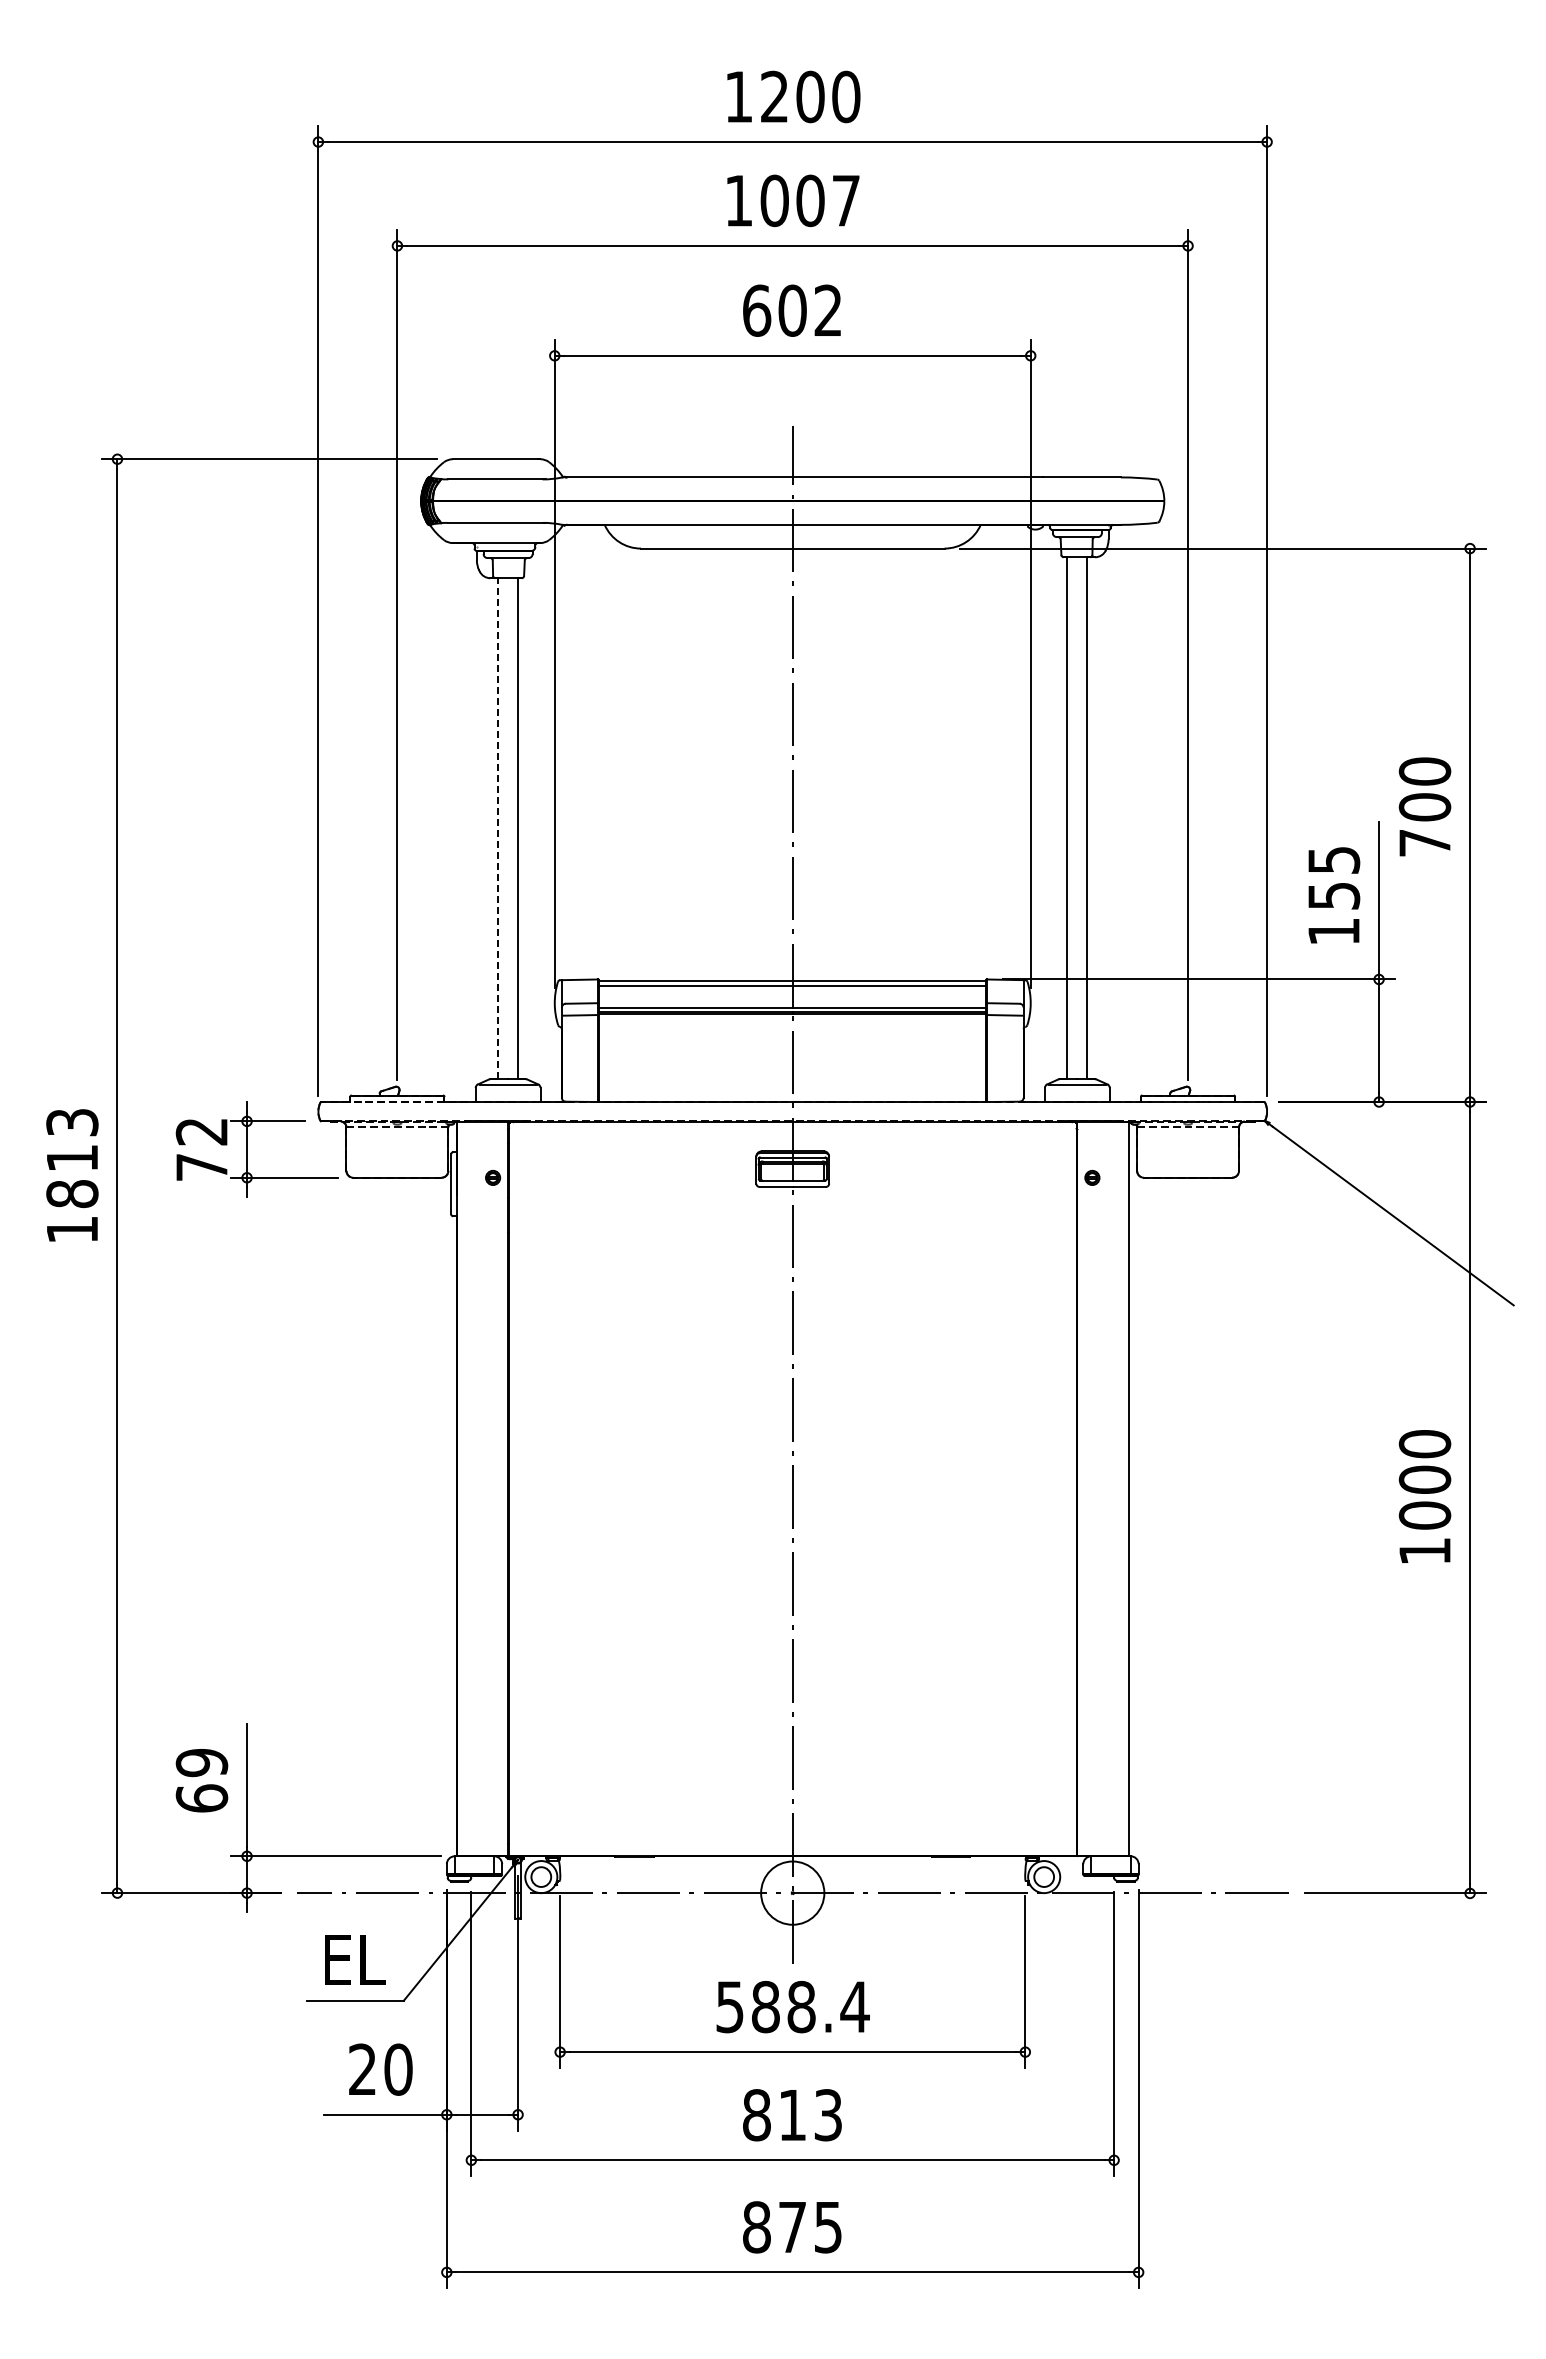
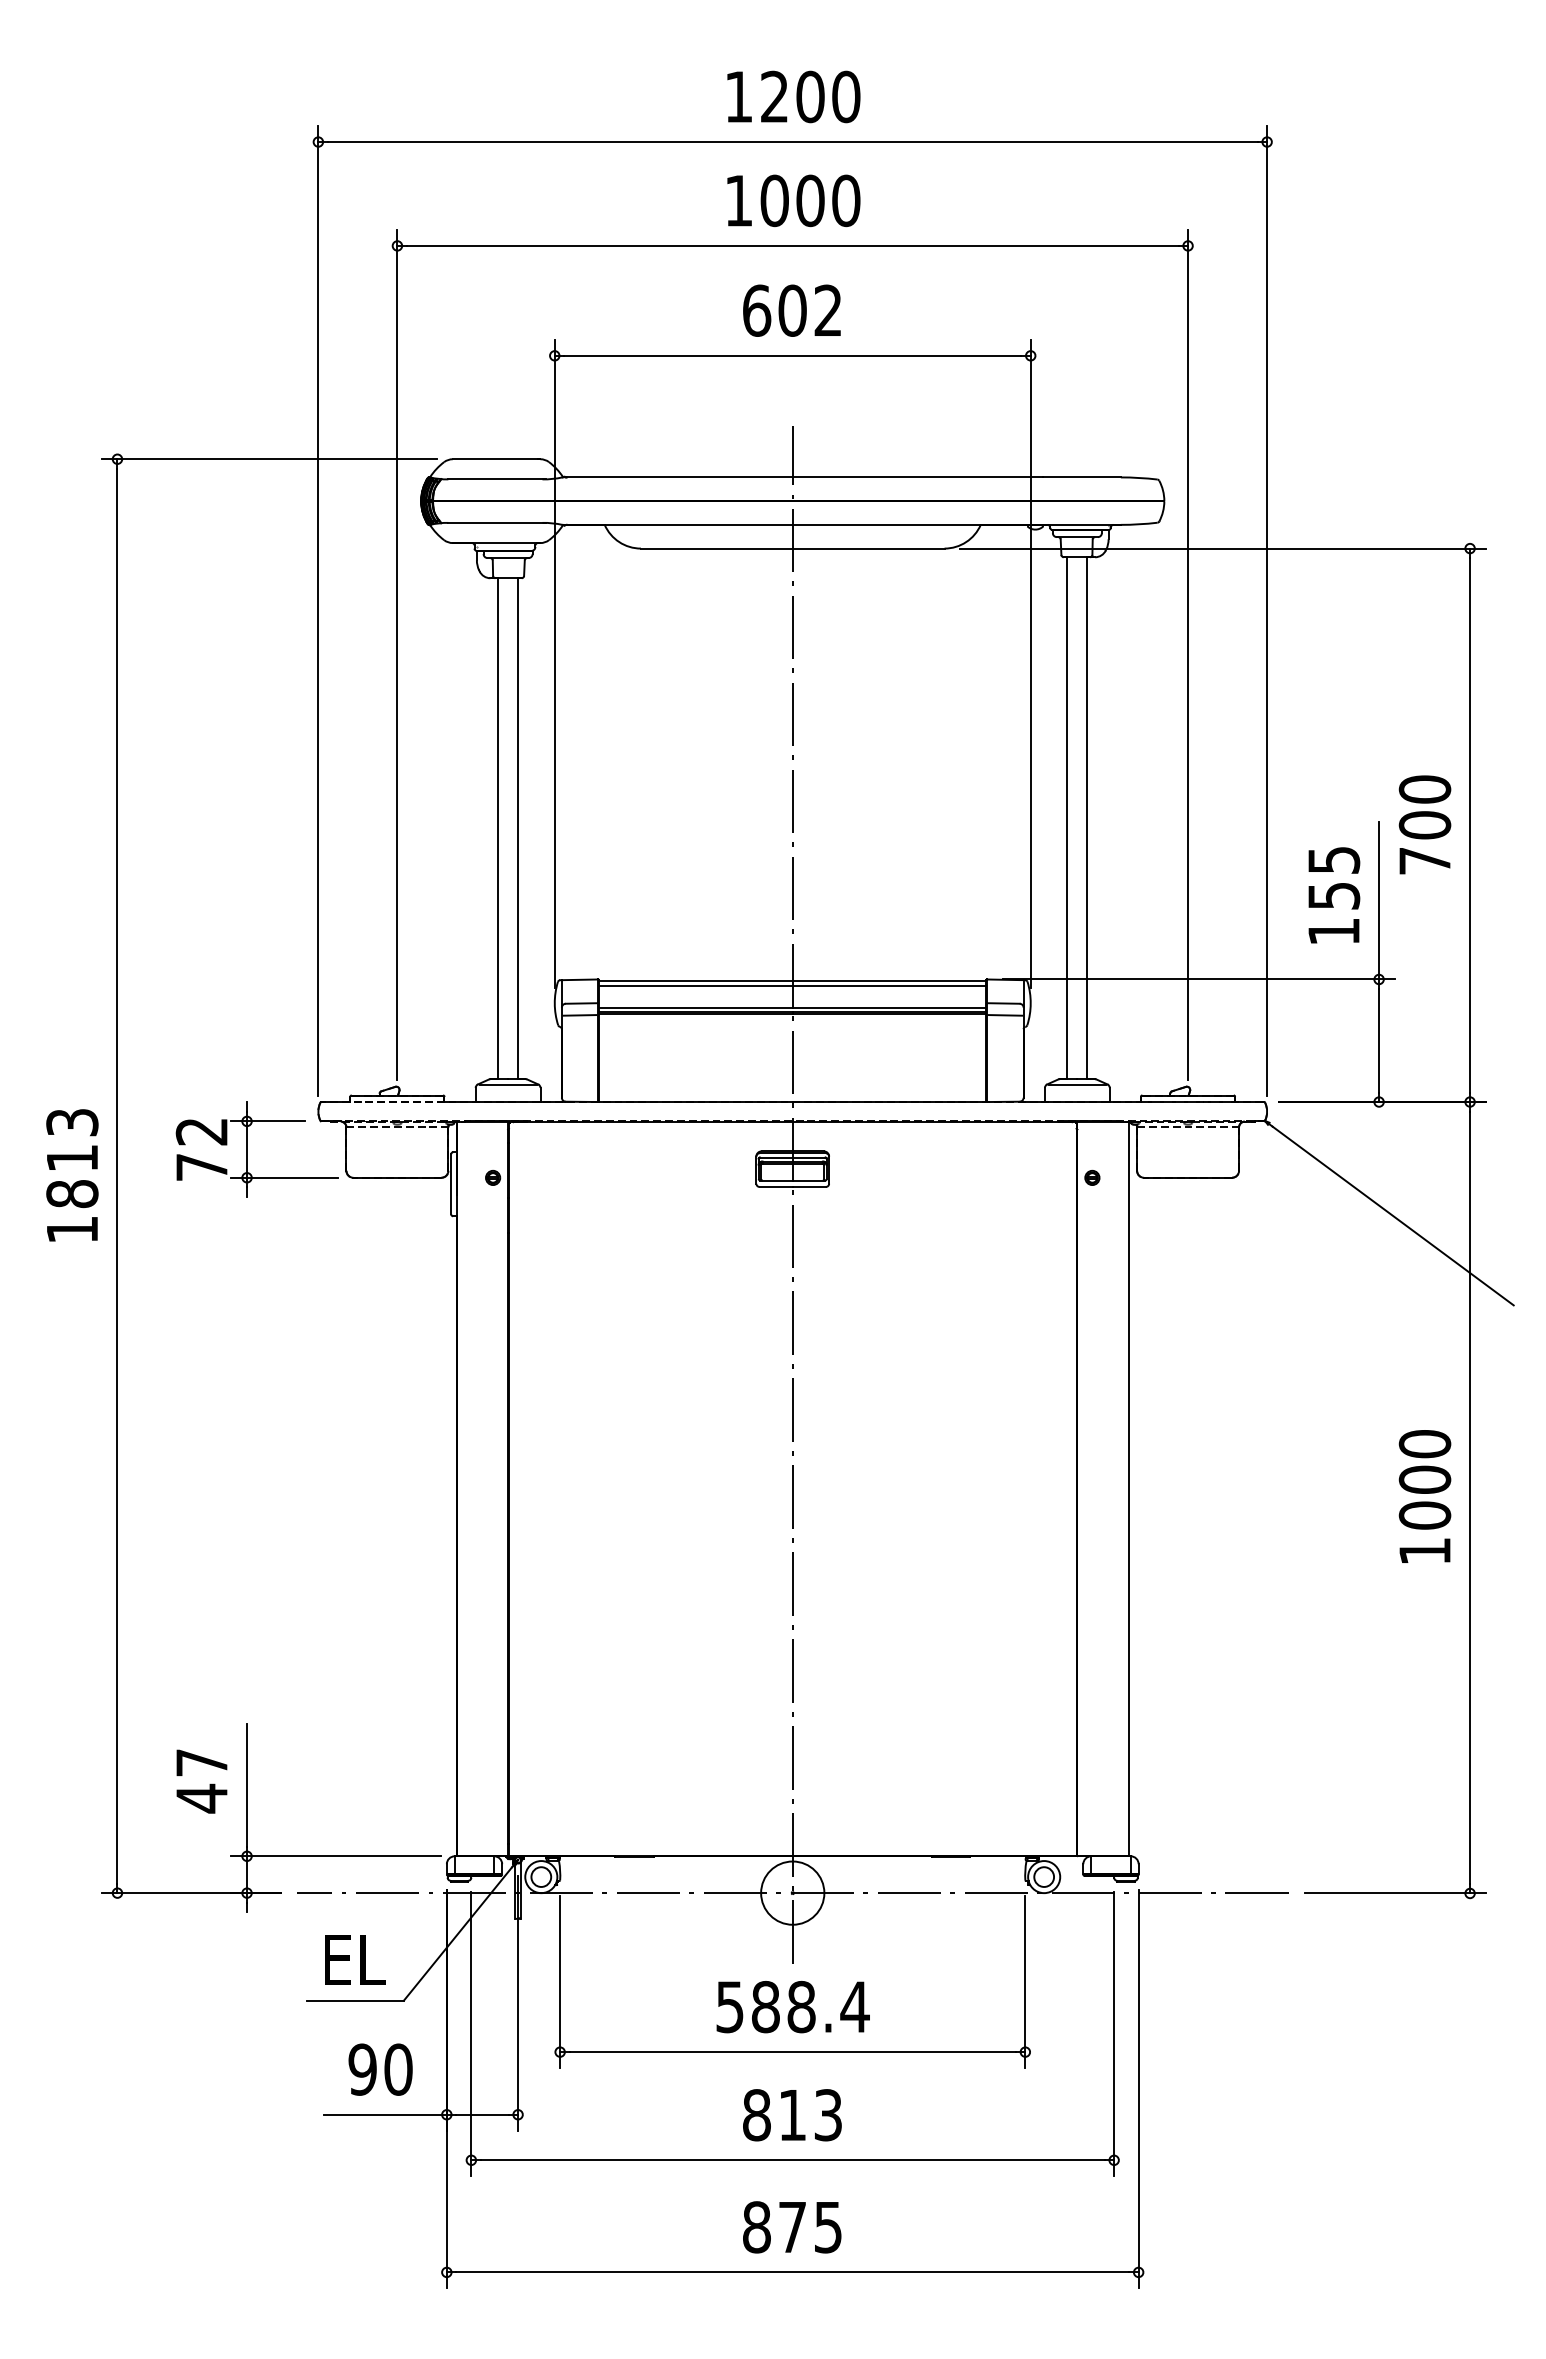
text at (846, 200): 1007 -> 1000
text at (1424, 806) position: (1424, 806) -> (1424, 824)
line at (498, 828): dashed -> solid
text at (201, 1781): 69 -> 47
text at (362, 2069): 20 -> 90
